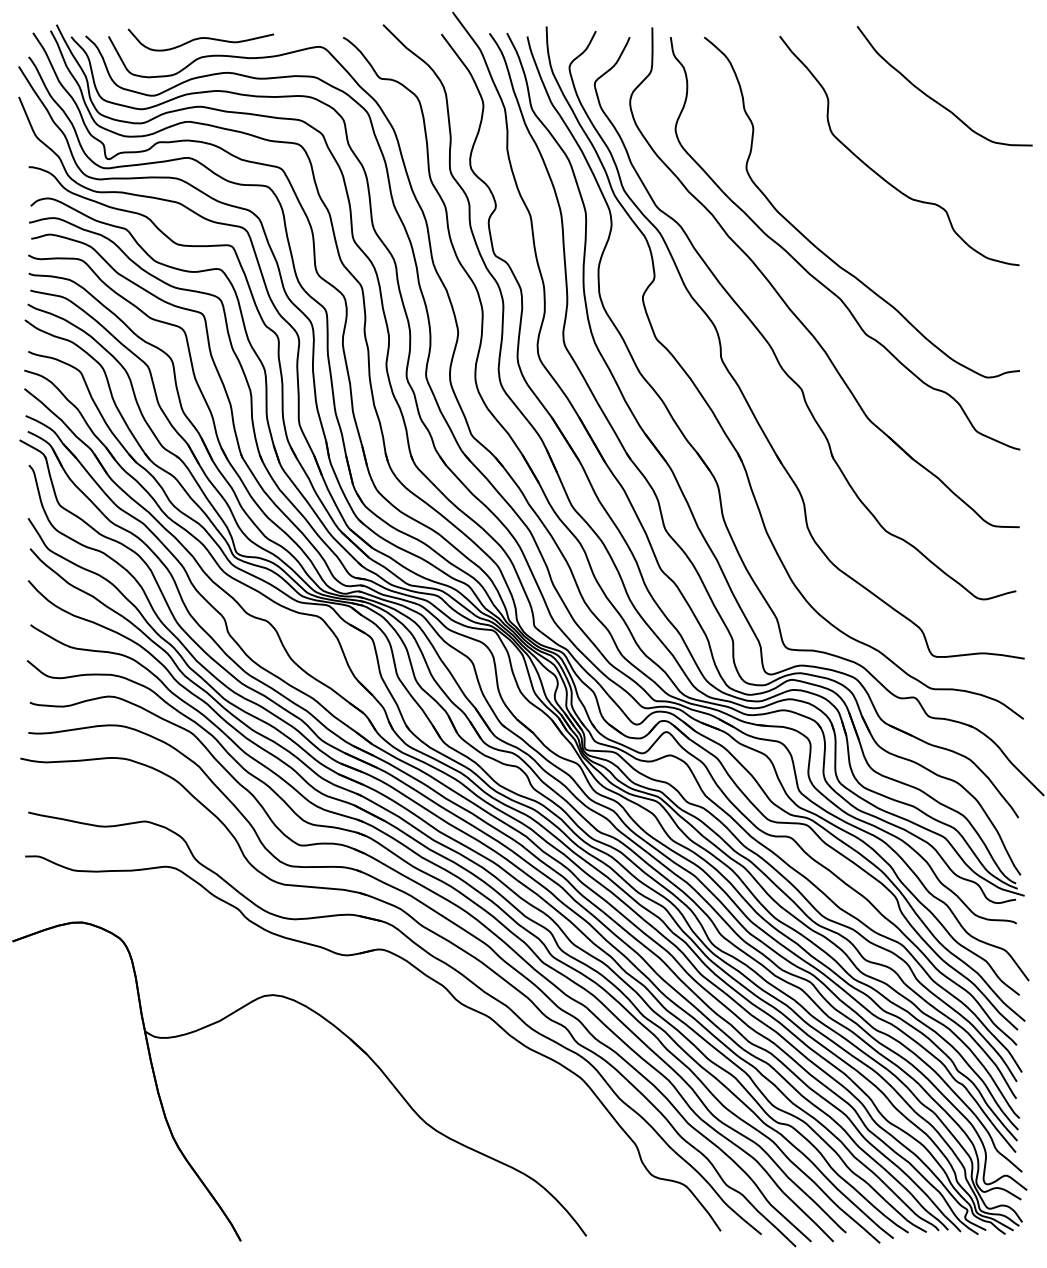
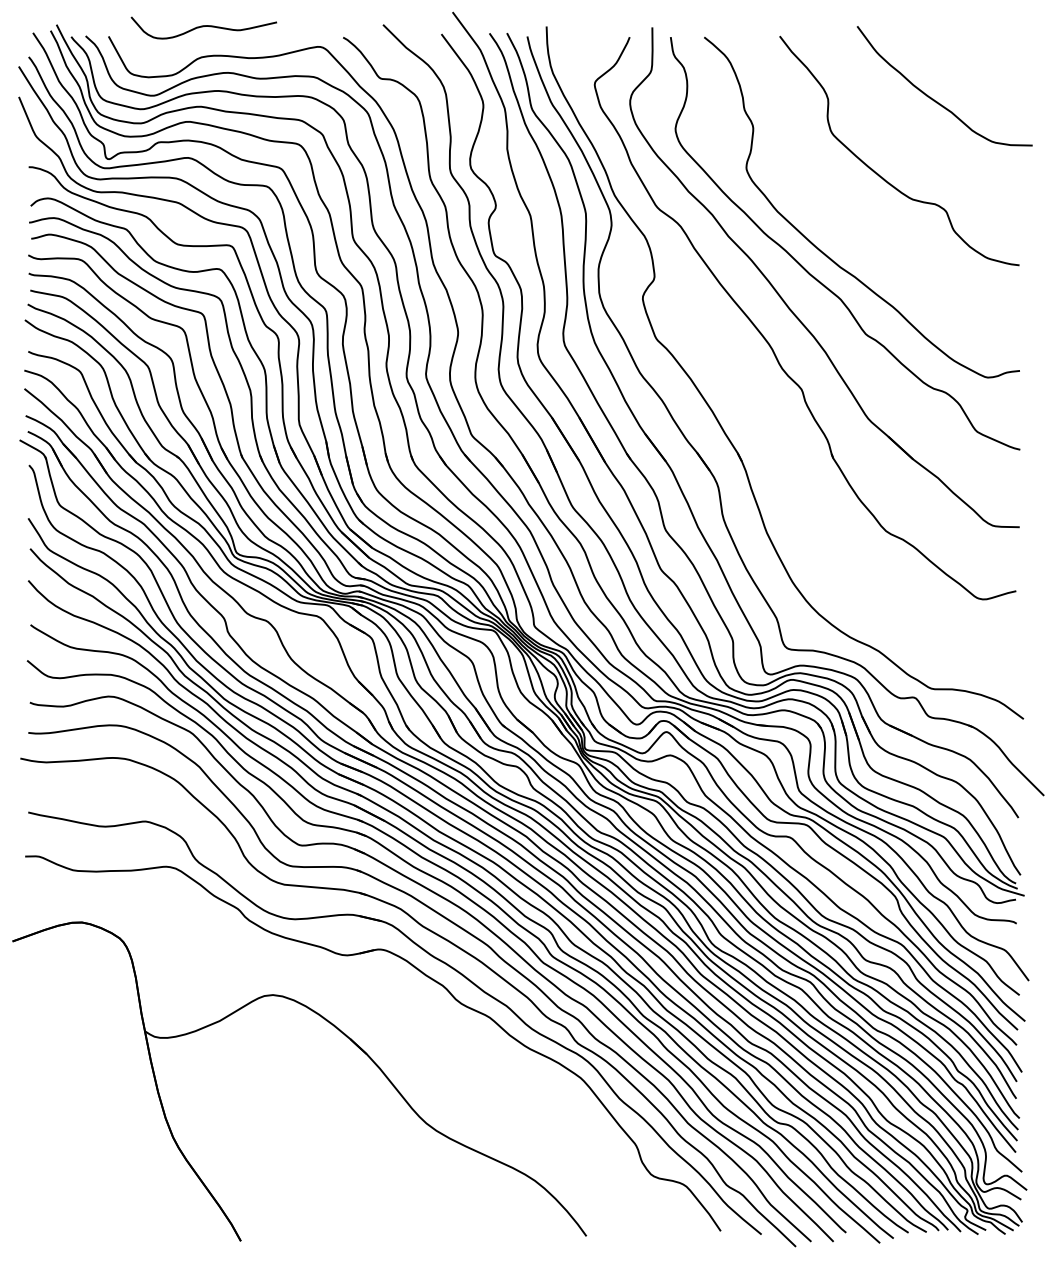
curve at (200, 39) position: (200, 39) -> (203, 27)
part at (737, 382): present -> none
